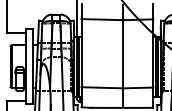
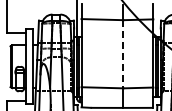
line at (123, 54): solid -> dashed
